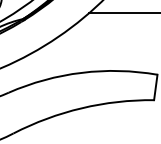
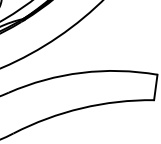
line at (123, 12): present -> none
